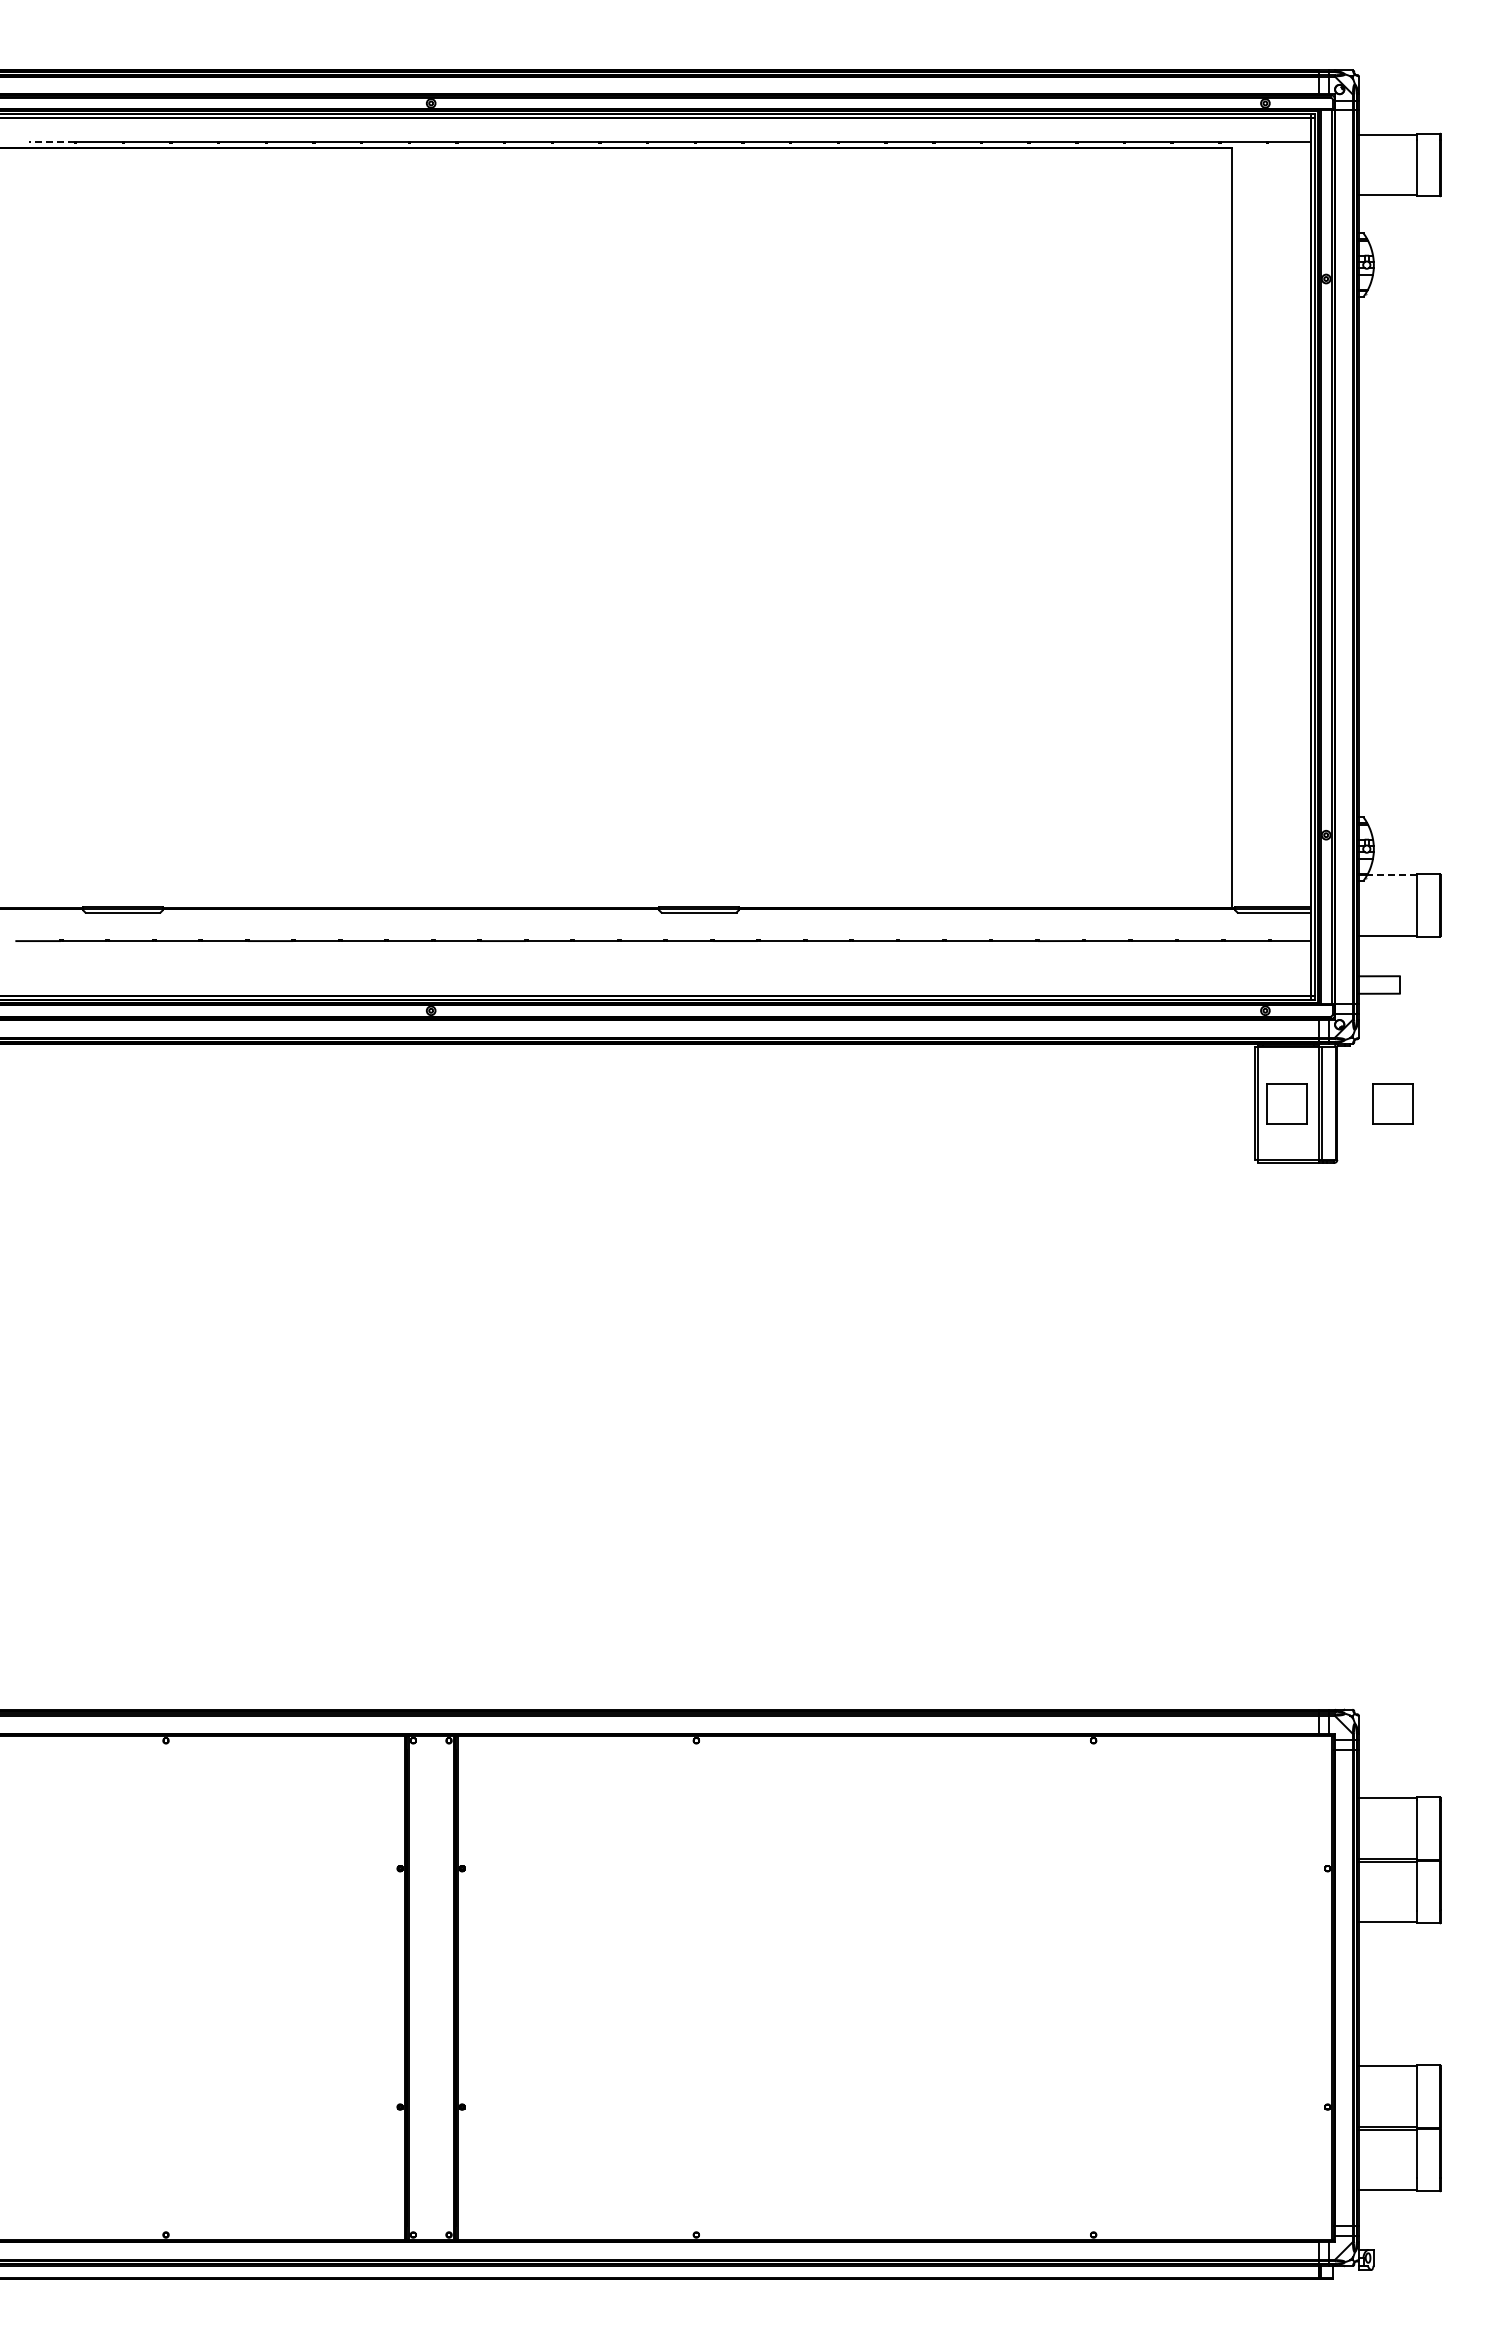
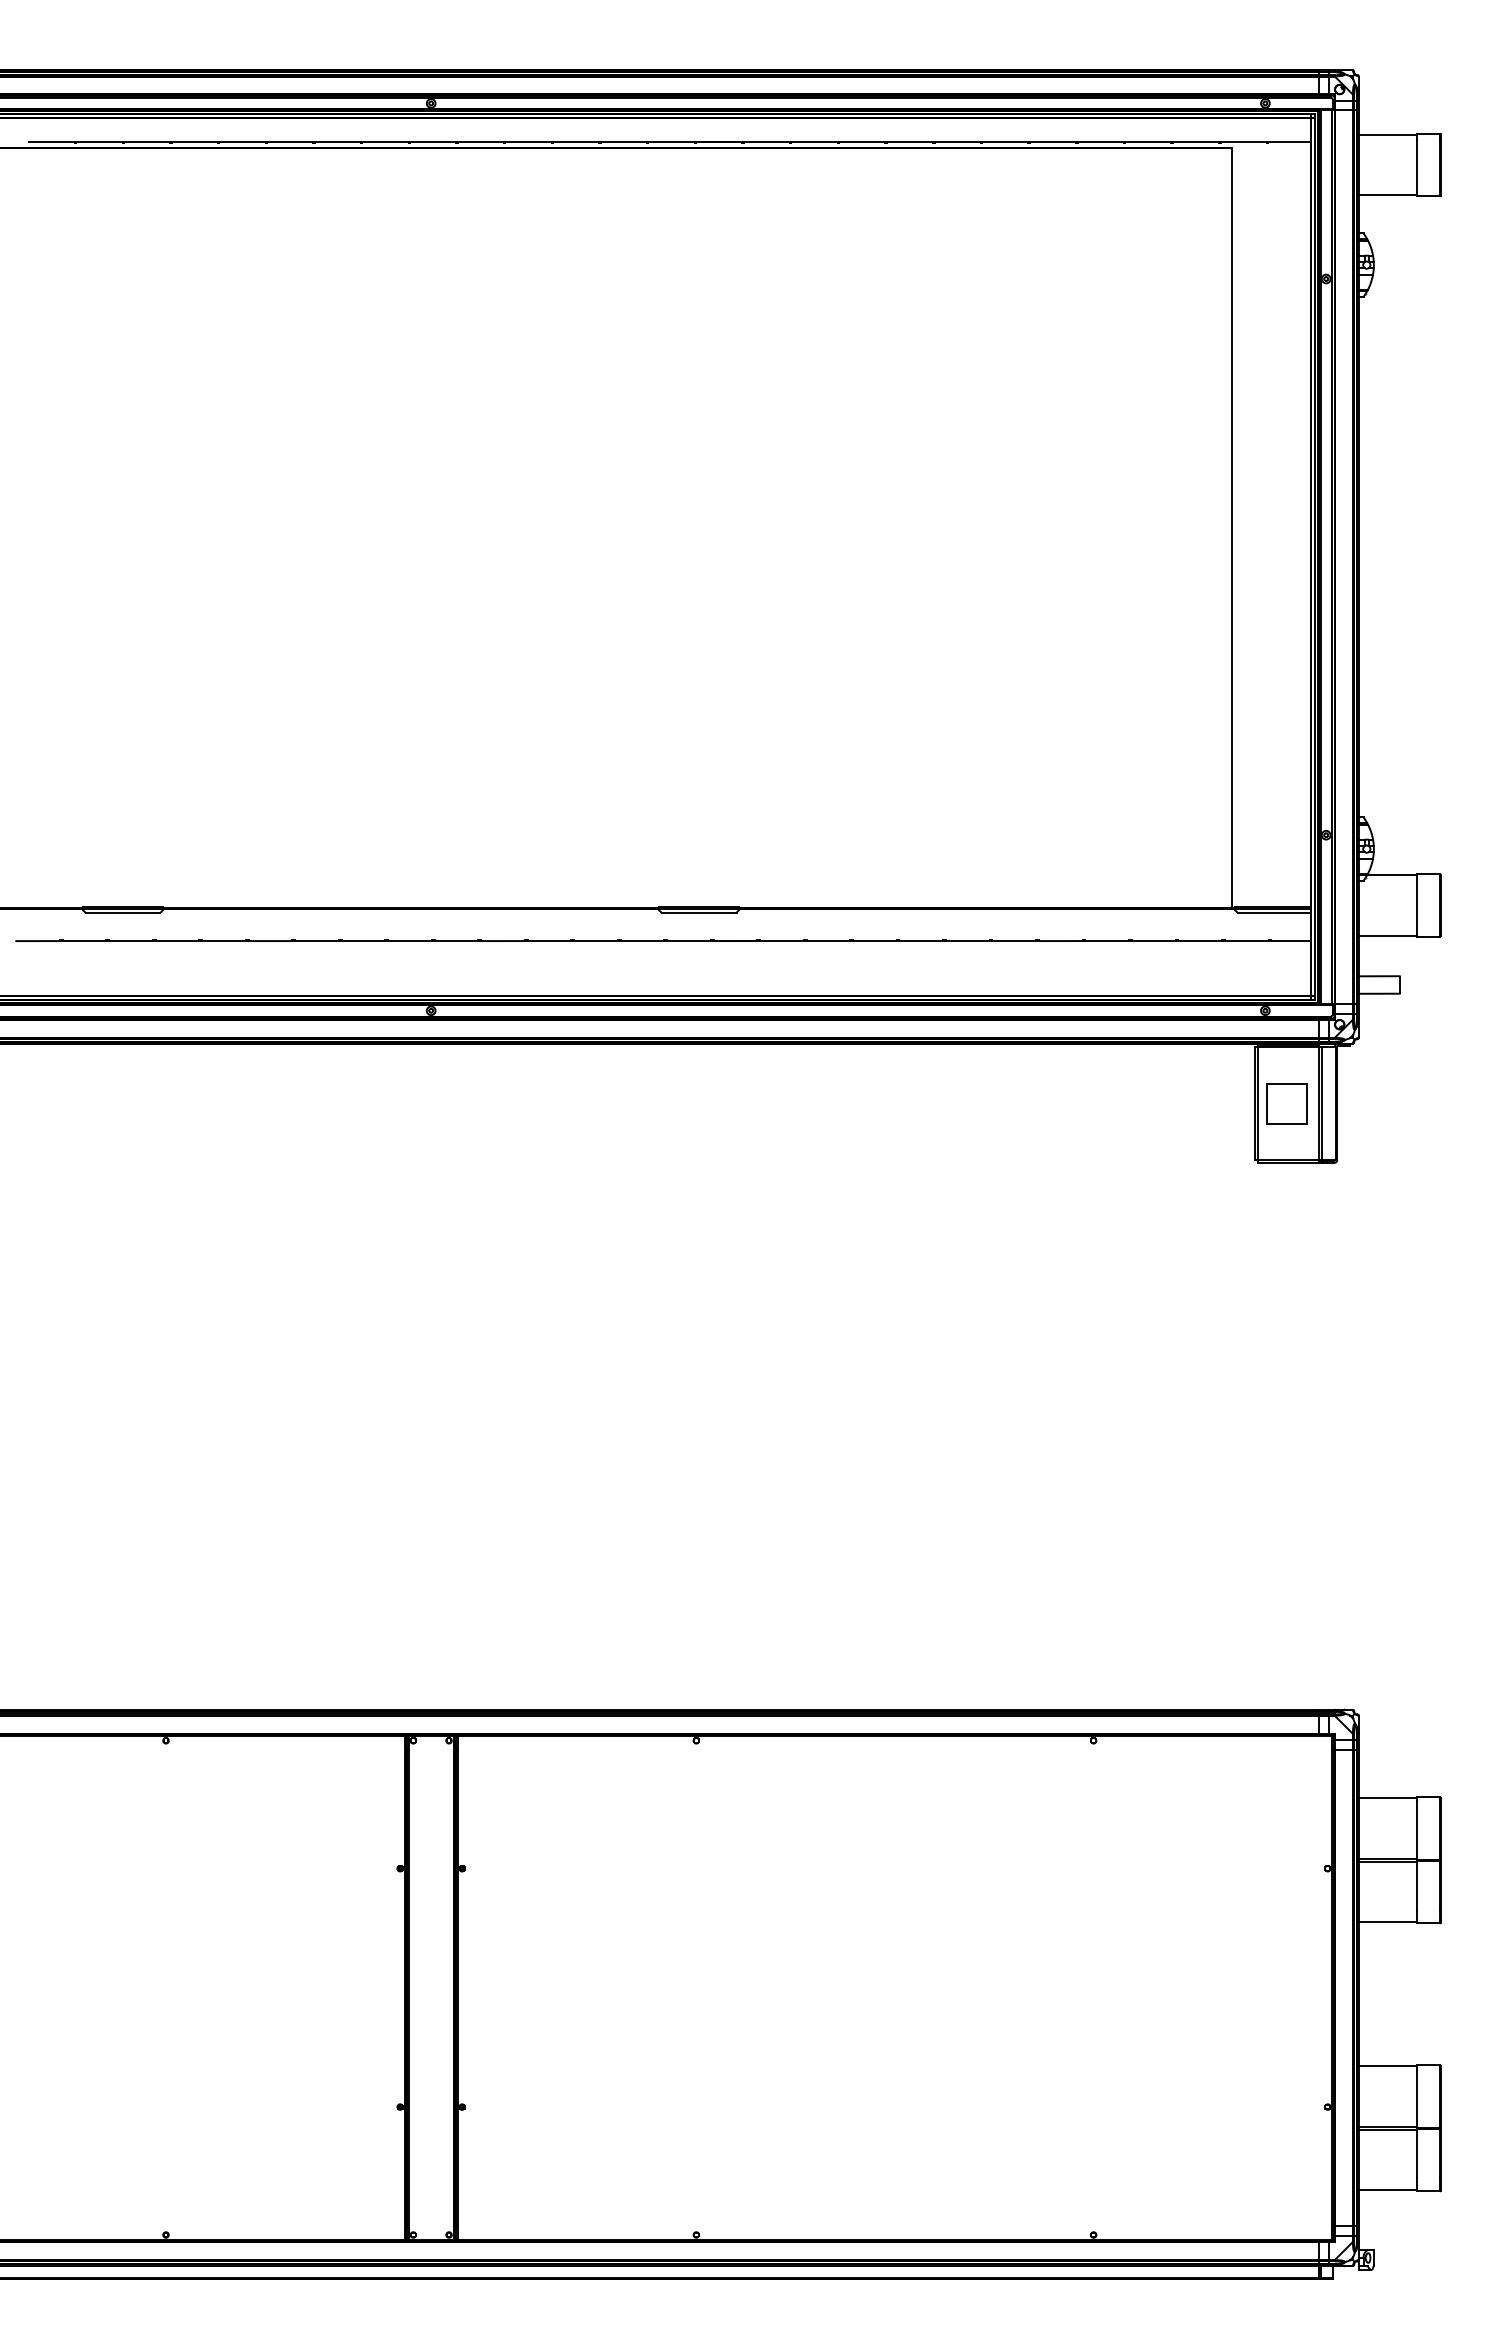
line at (51, 141): dashed -> solid
line at (1391, 875): dashed -> solid
part at (1392, 1103): present -> none
